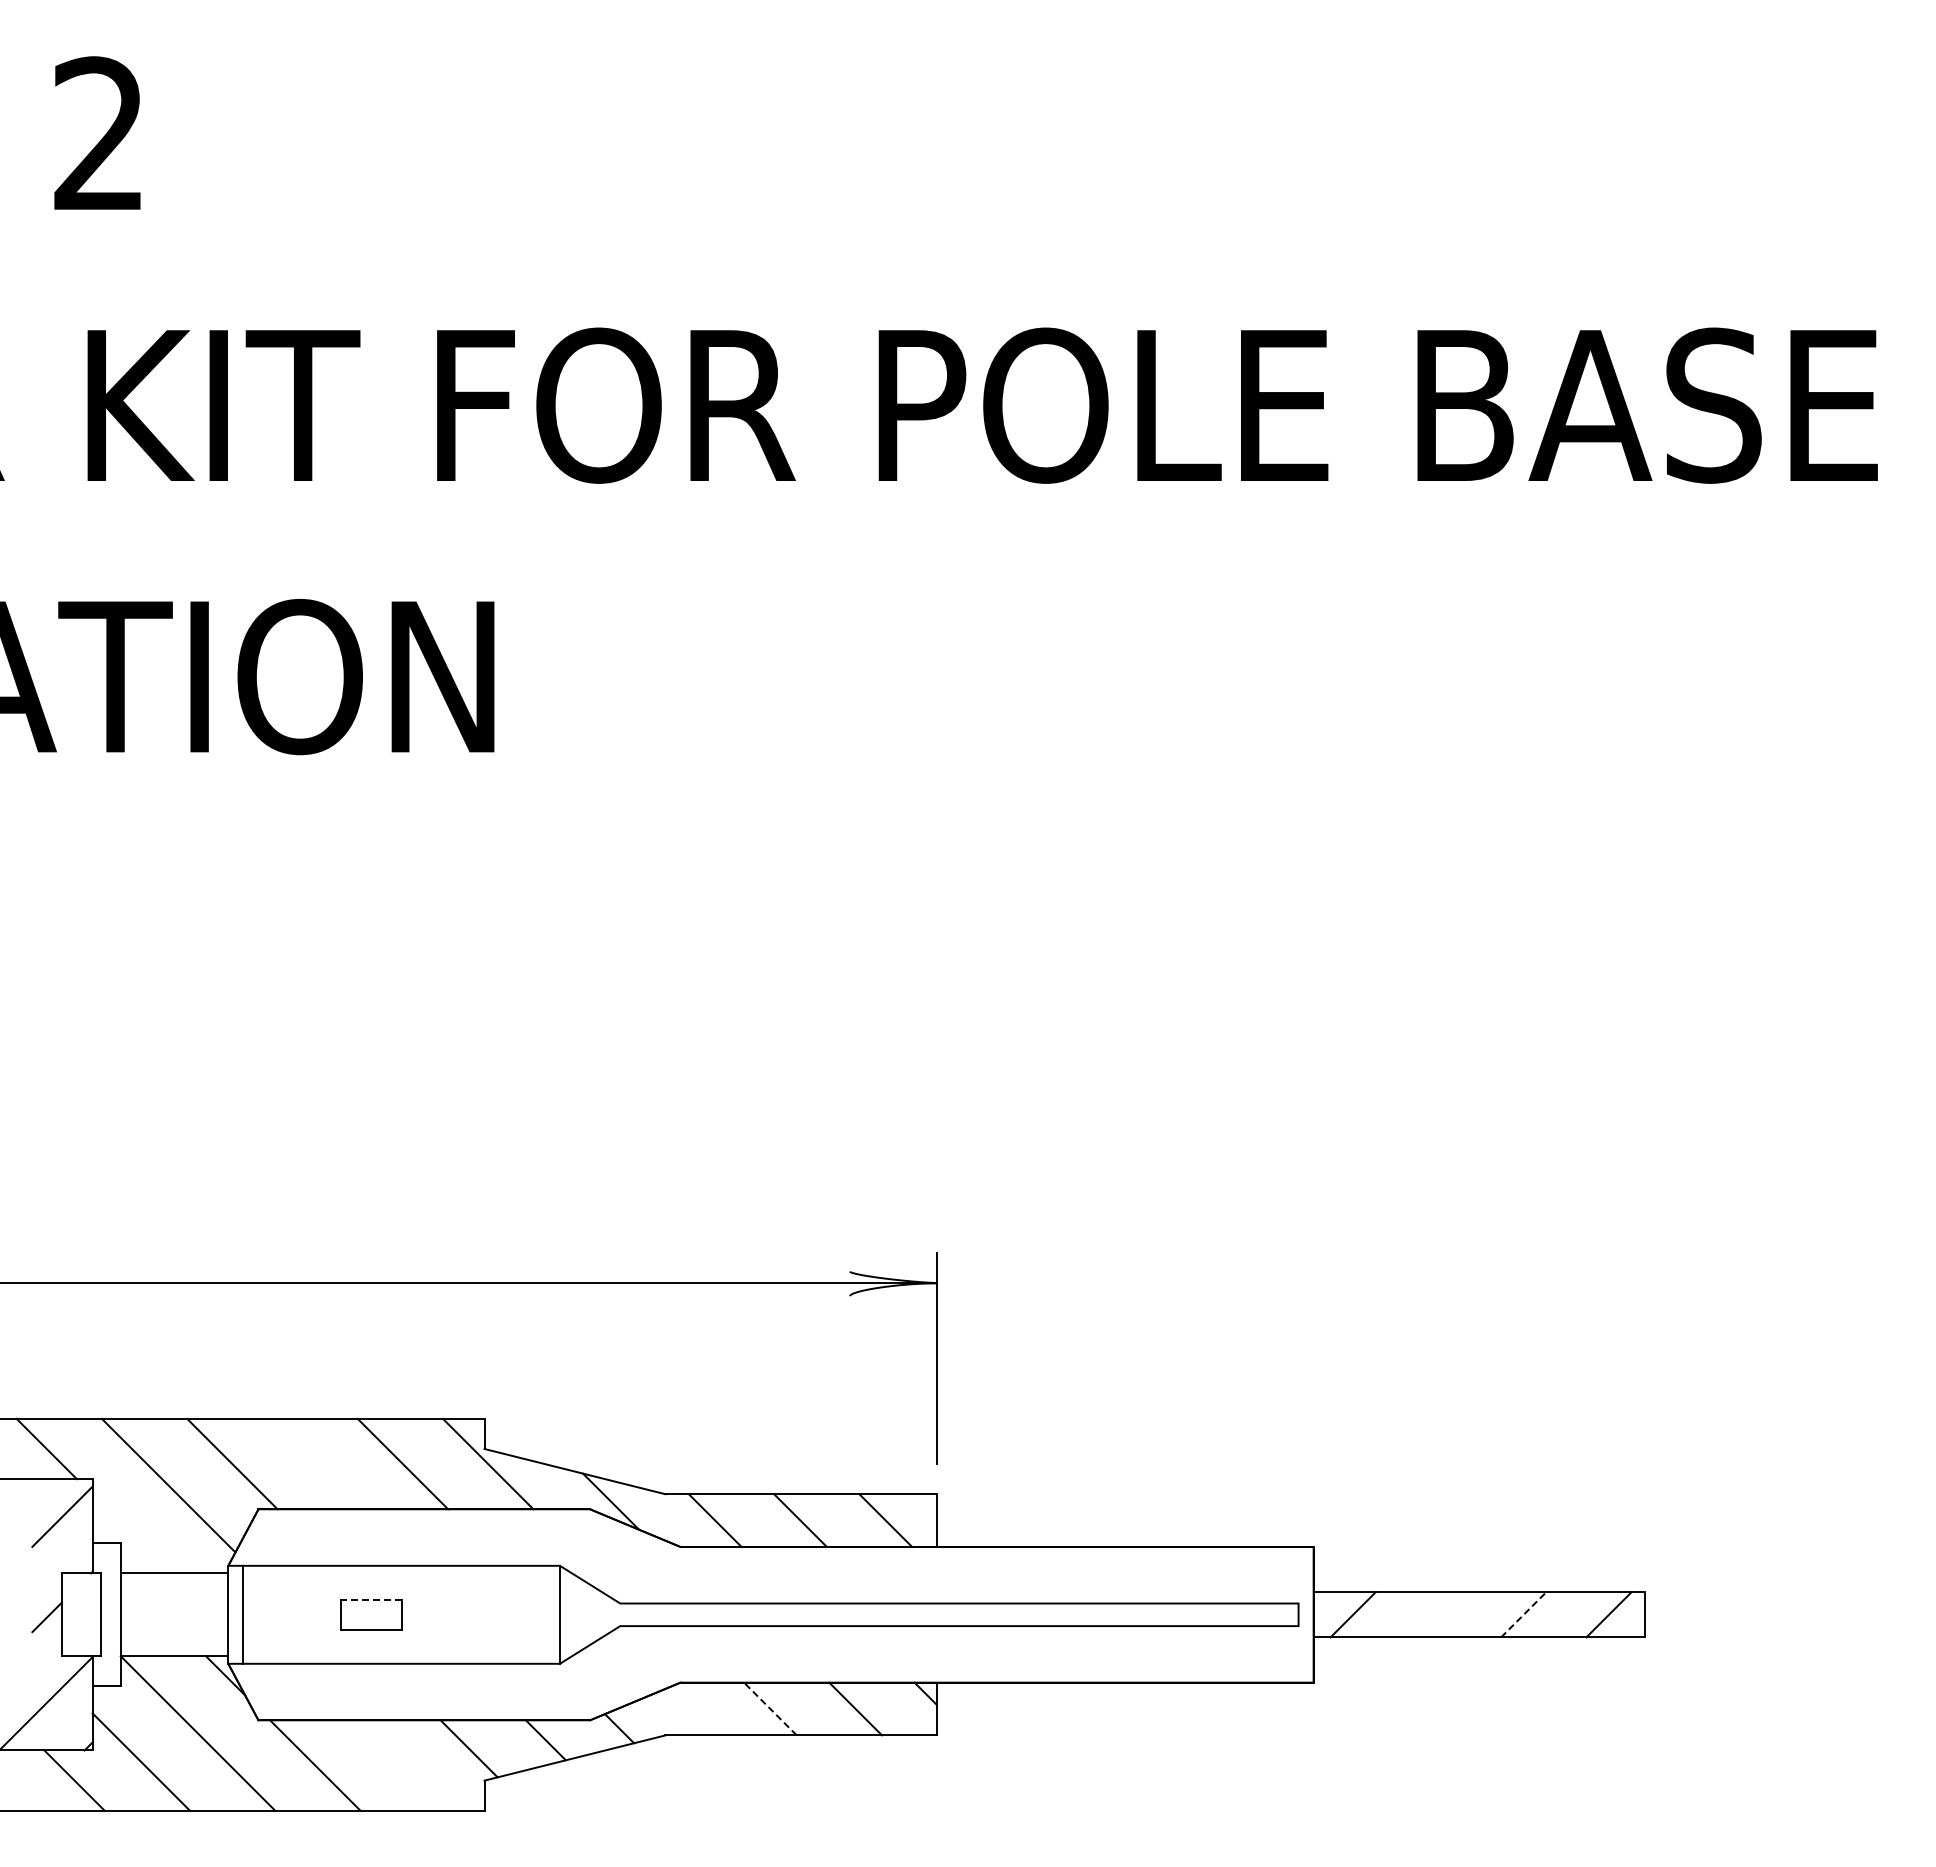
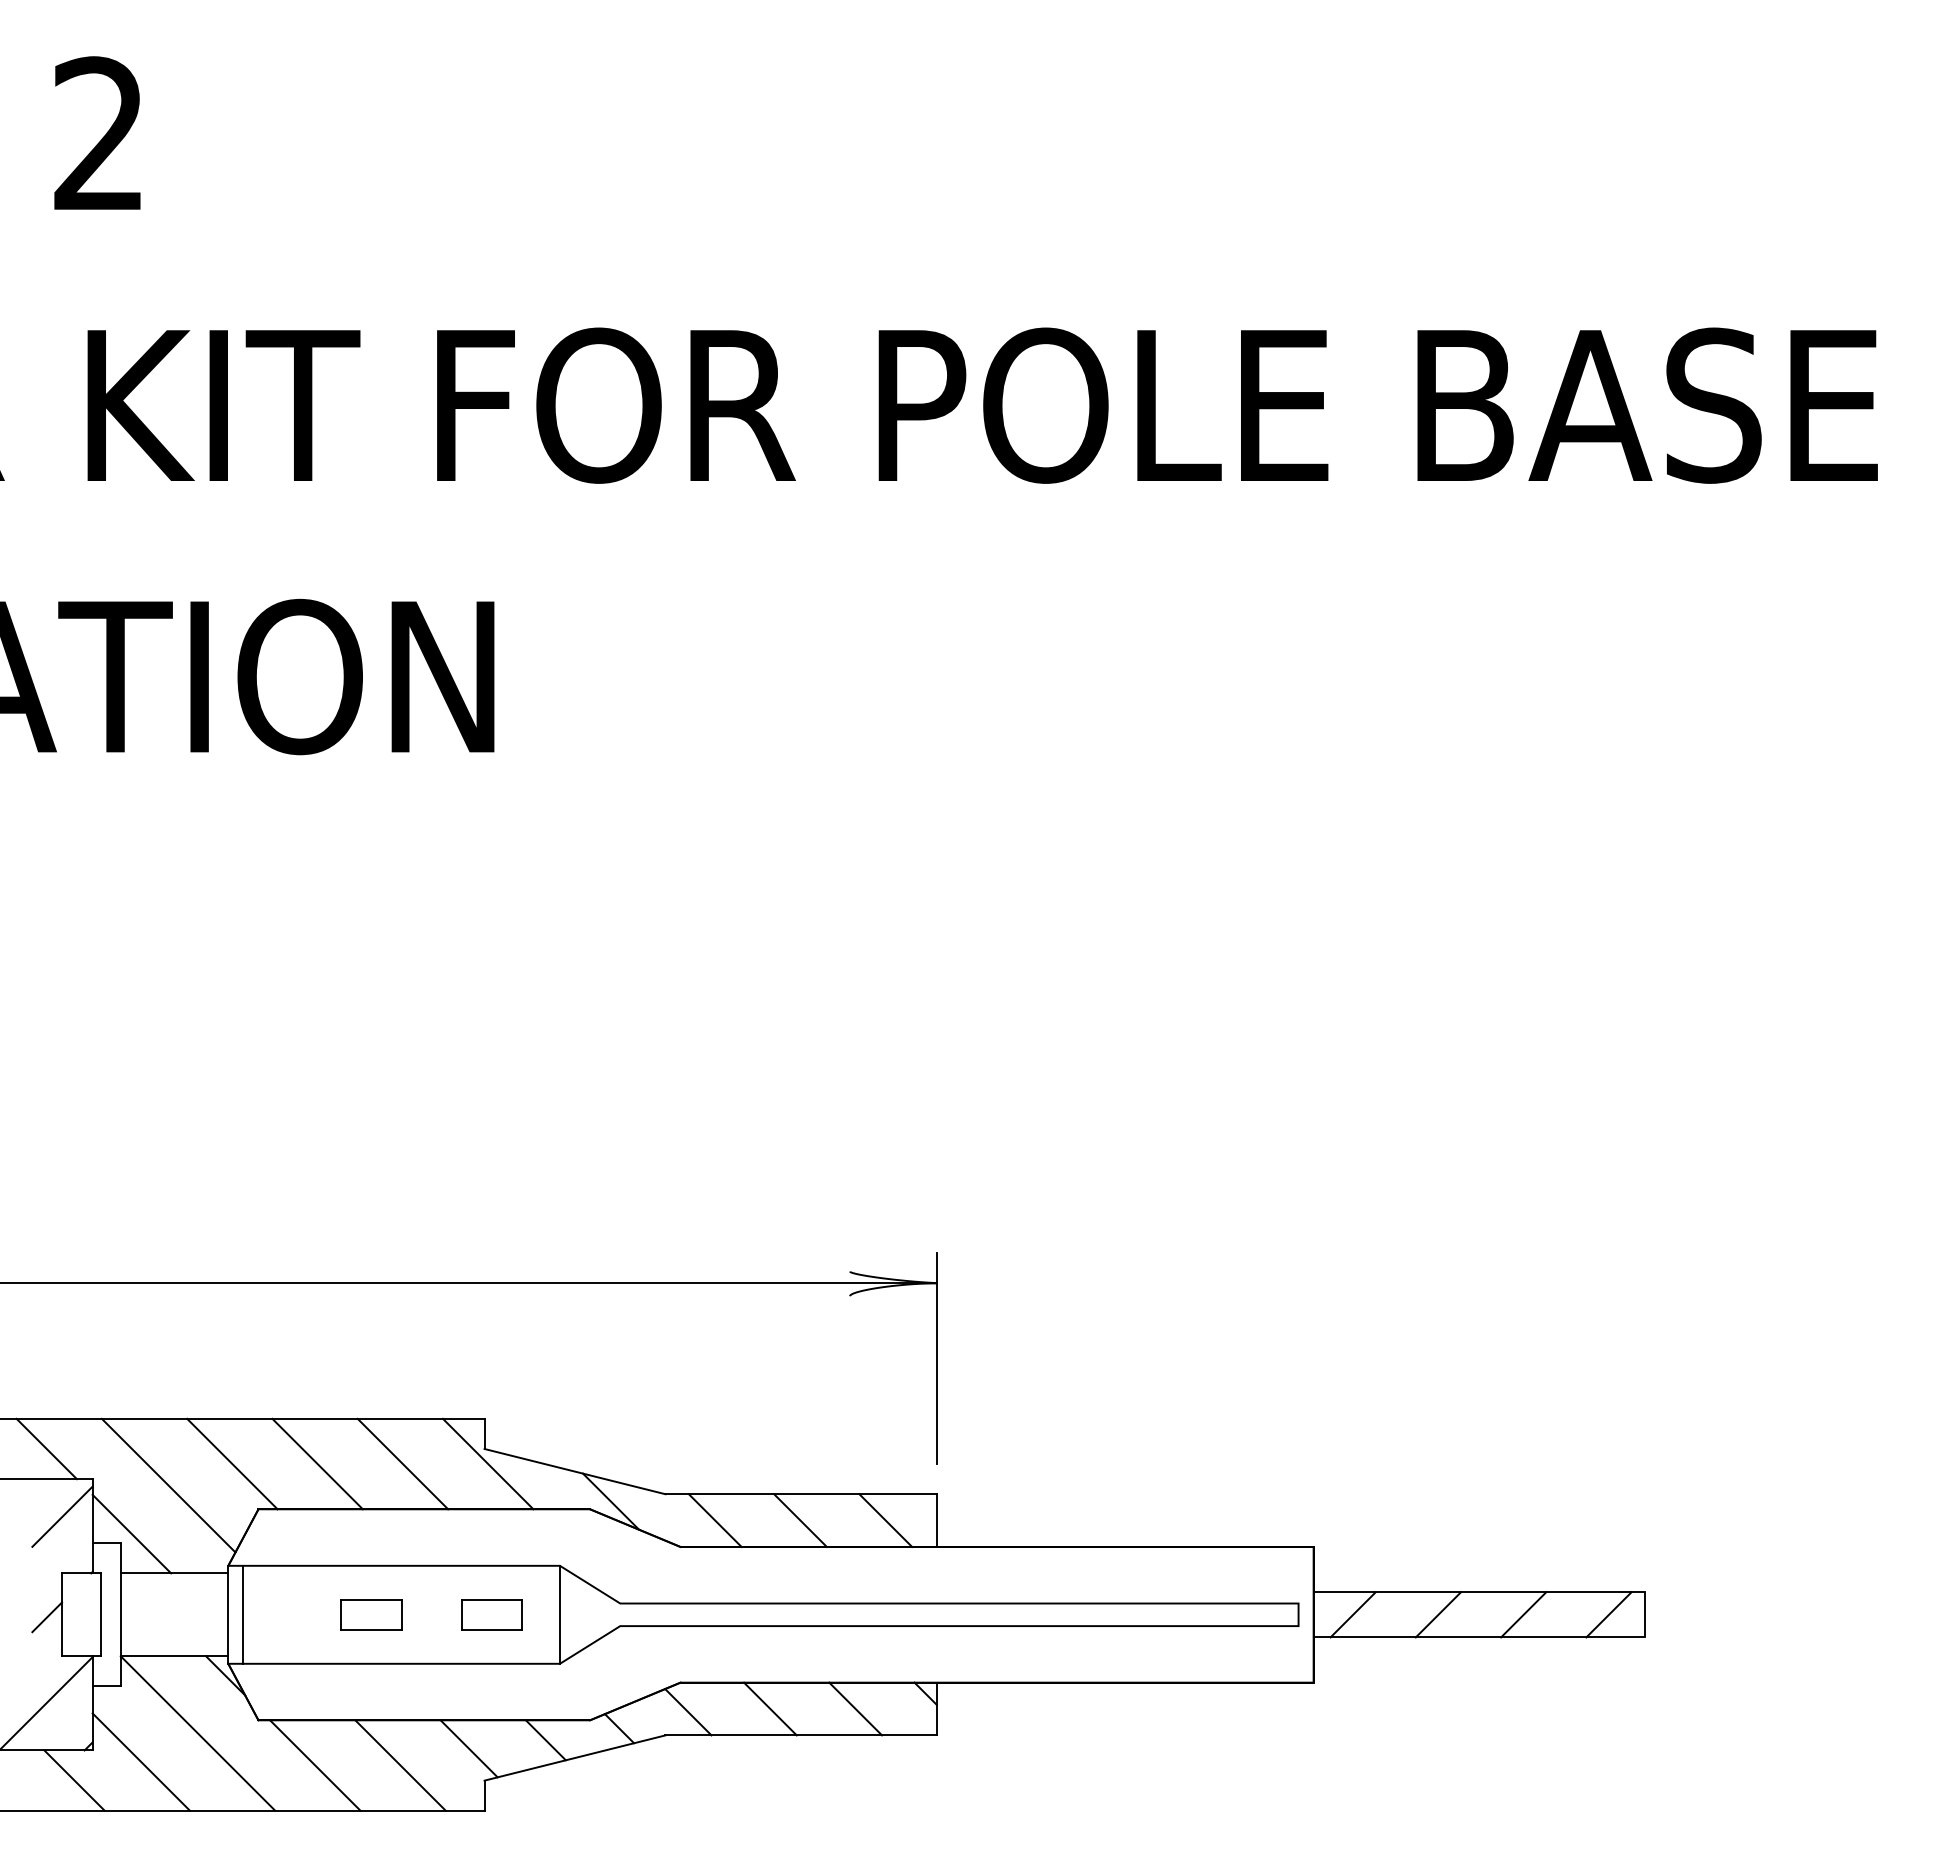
line at (317, 1463): none -> present
line at (131, 1533): none -> present
line at (371, 1599): dashed -> solid
part at (491, 1614): none -> present
line at (1438, 1614): none -> present
line at (1523, 1614): dashed -> solid
line at (770, 1708): dashed -> solid
line at (688, 1712): none -> present
line at (400, 1765): none -> present
